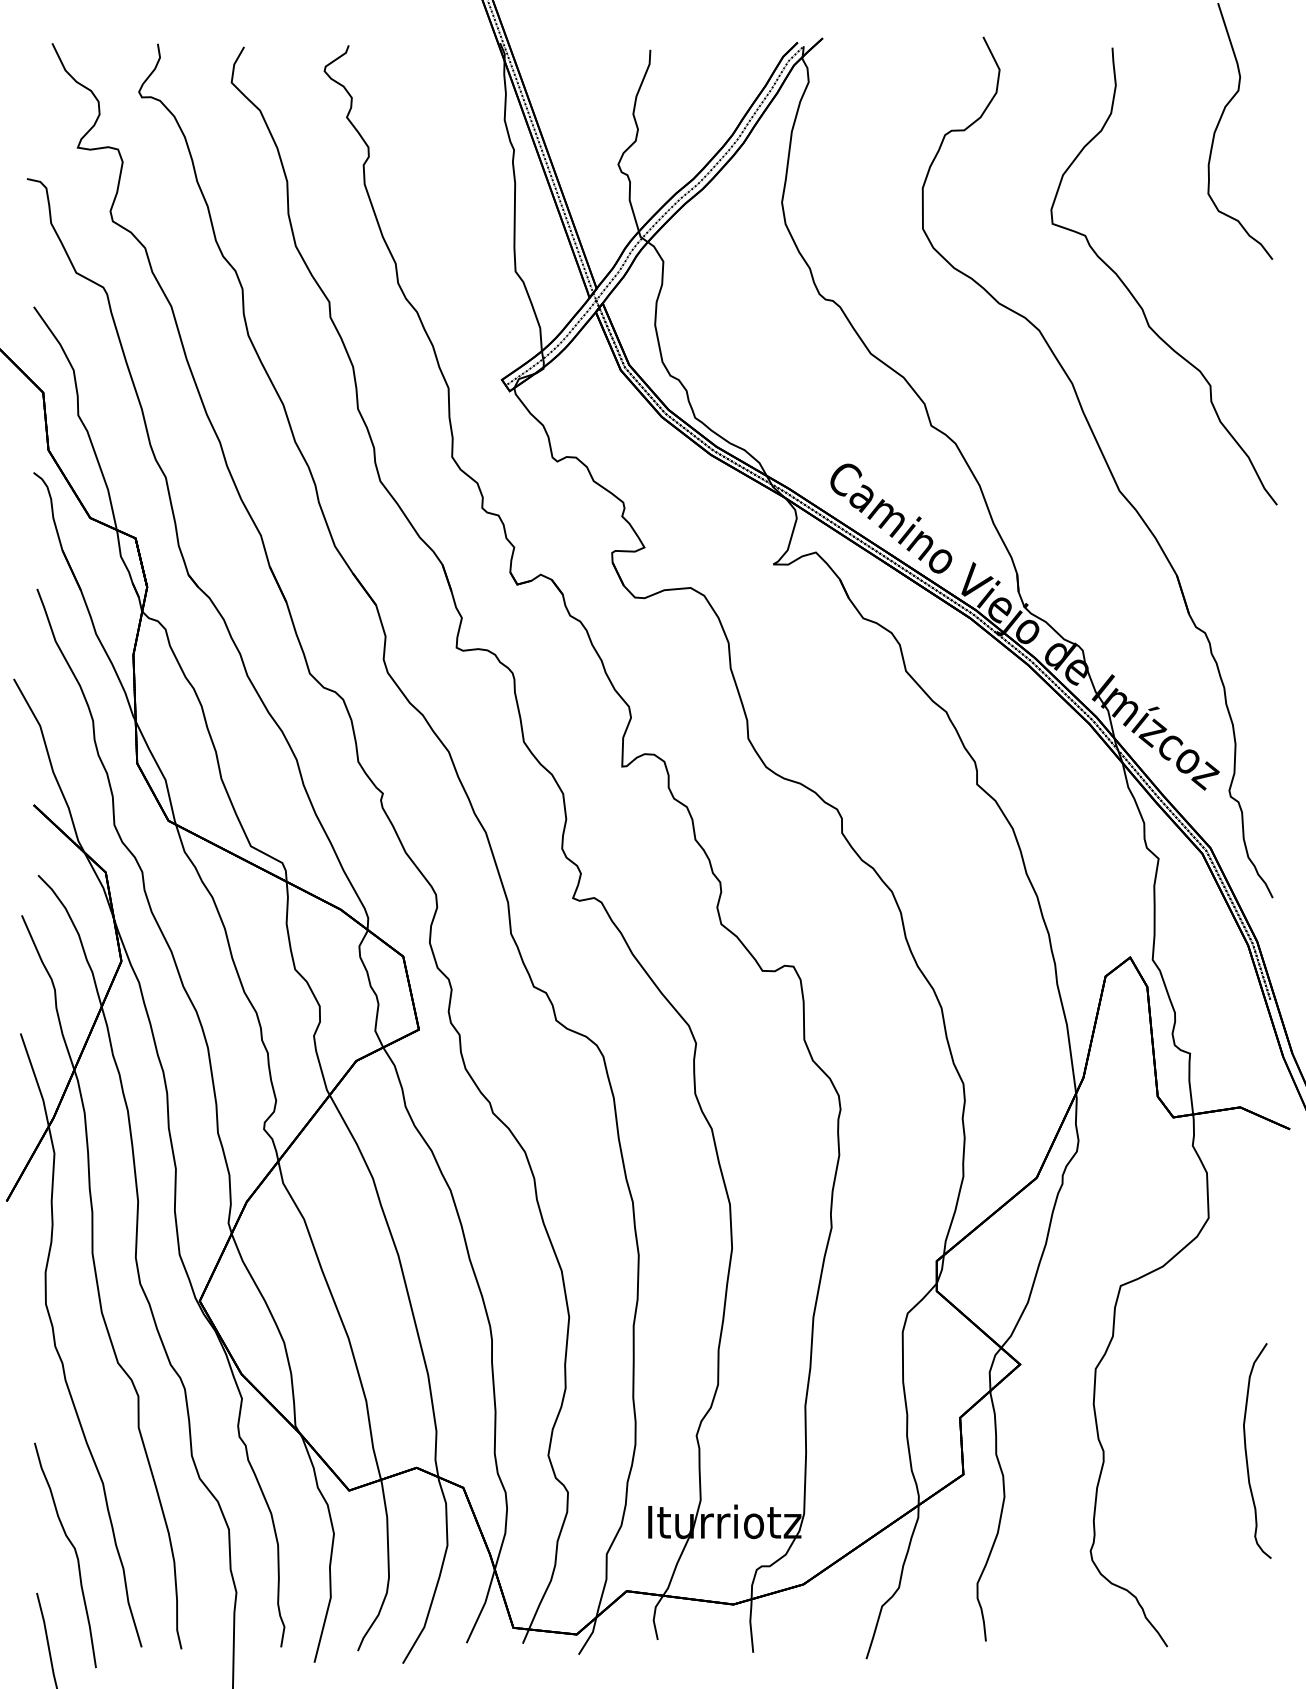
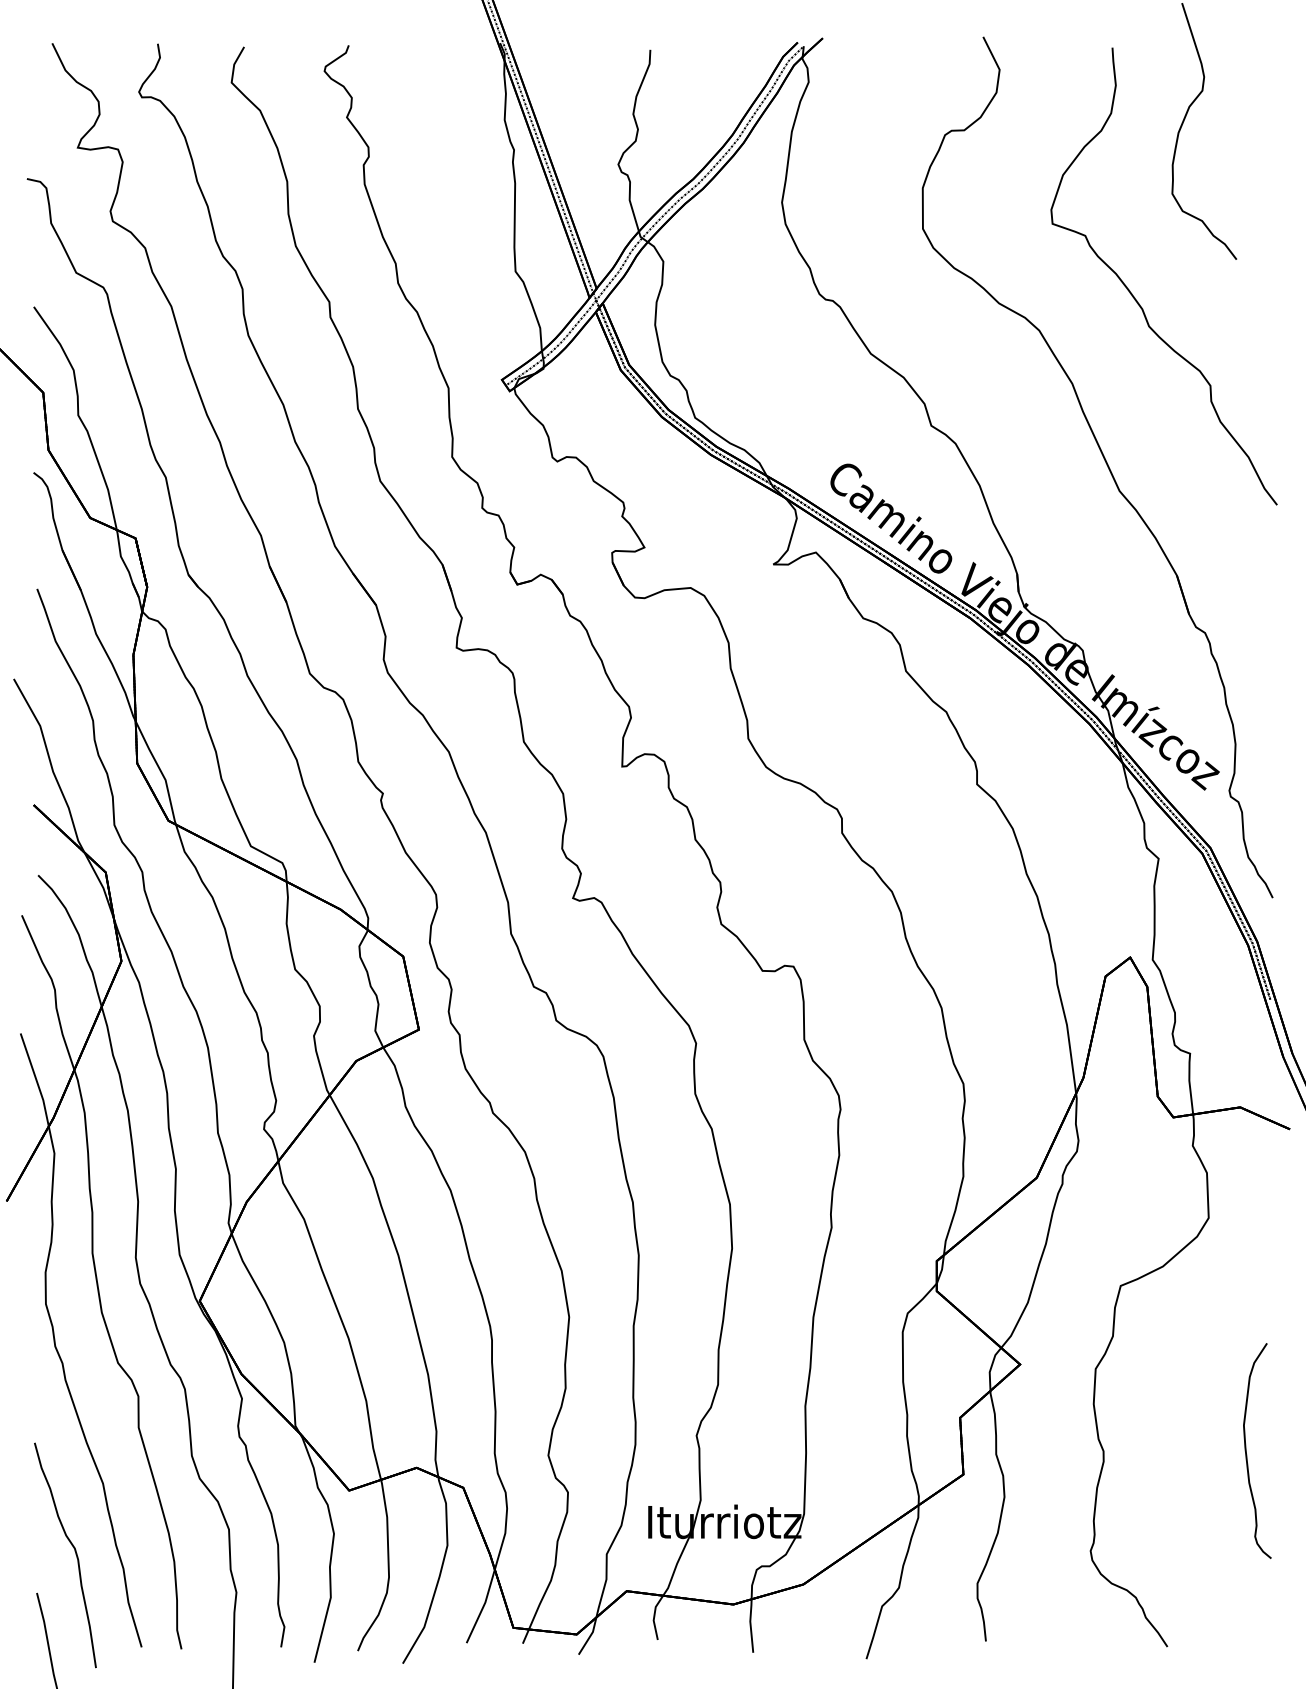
part at (1220, 121) position: (1220, 121) -> (1184, 121)
